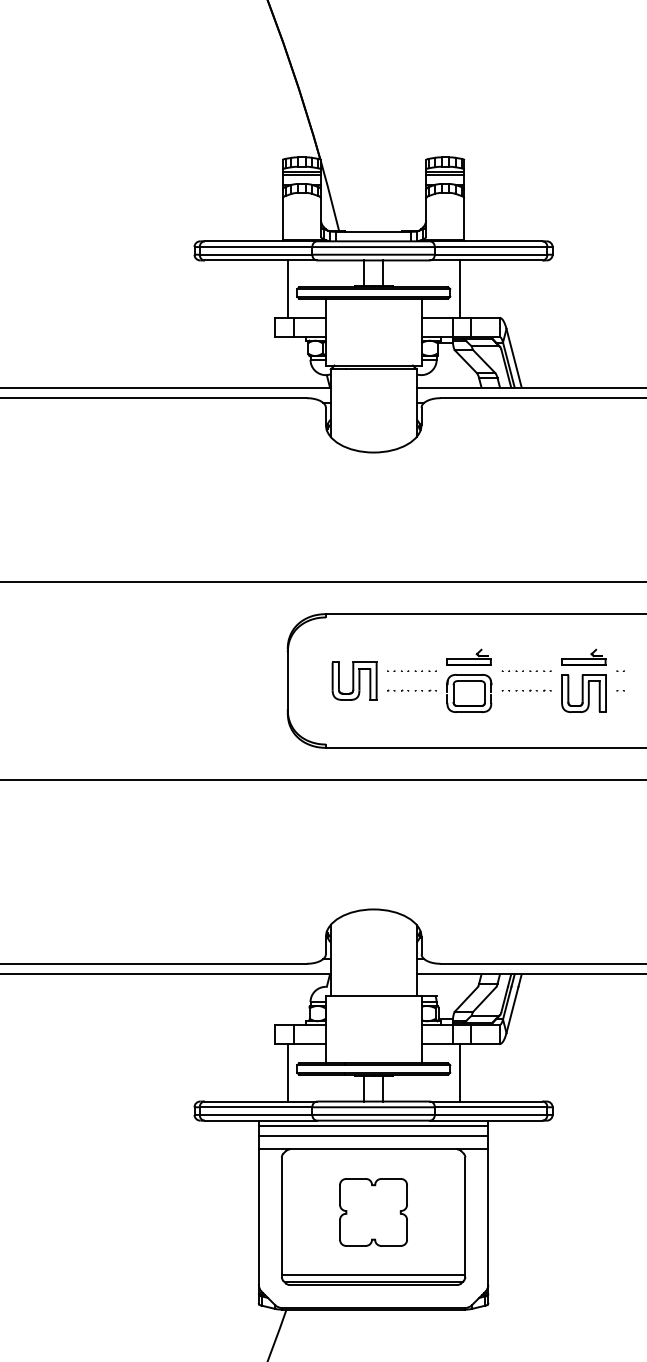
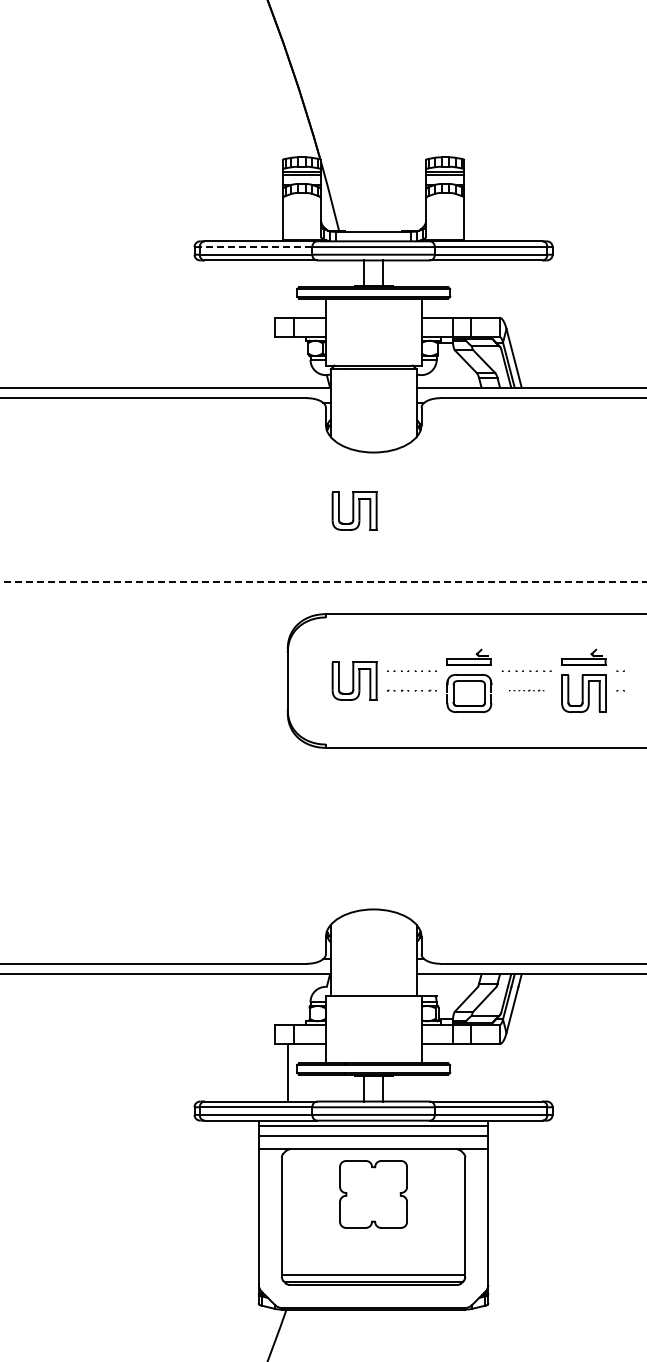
line at (255, 247): solid -> dashed
line at (287, 288): present -> none
line at (459, 288): present -> none
part at (354, 510): none -> present
line at (323, 581): solid -> dashed
part at (526, 690) size: 51x3 px -> 36x3 px
line at (322, 780): present -> none
line at (459, 1072): present -> none
part at (373, 1212) position: (373, 1212) -> (373, 1194)
